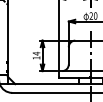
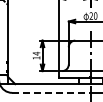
line at (51, 92): solid -> dashed
